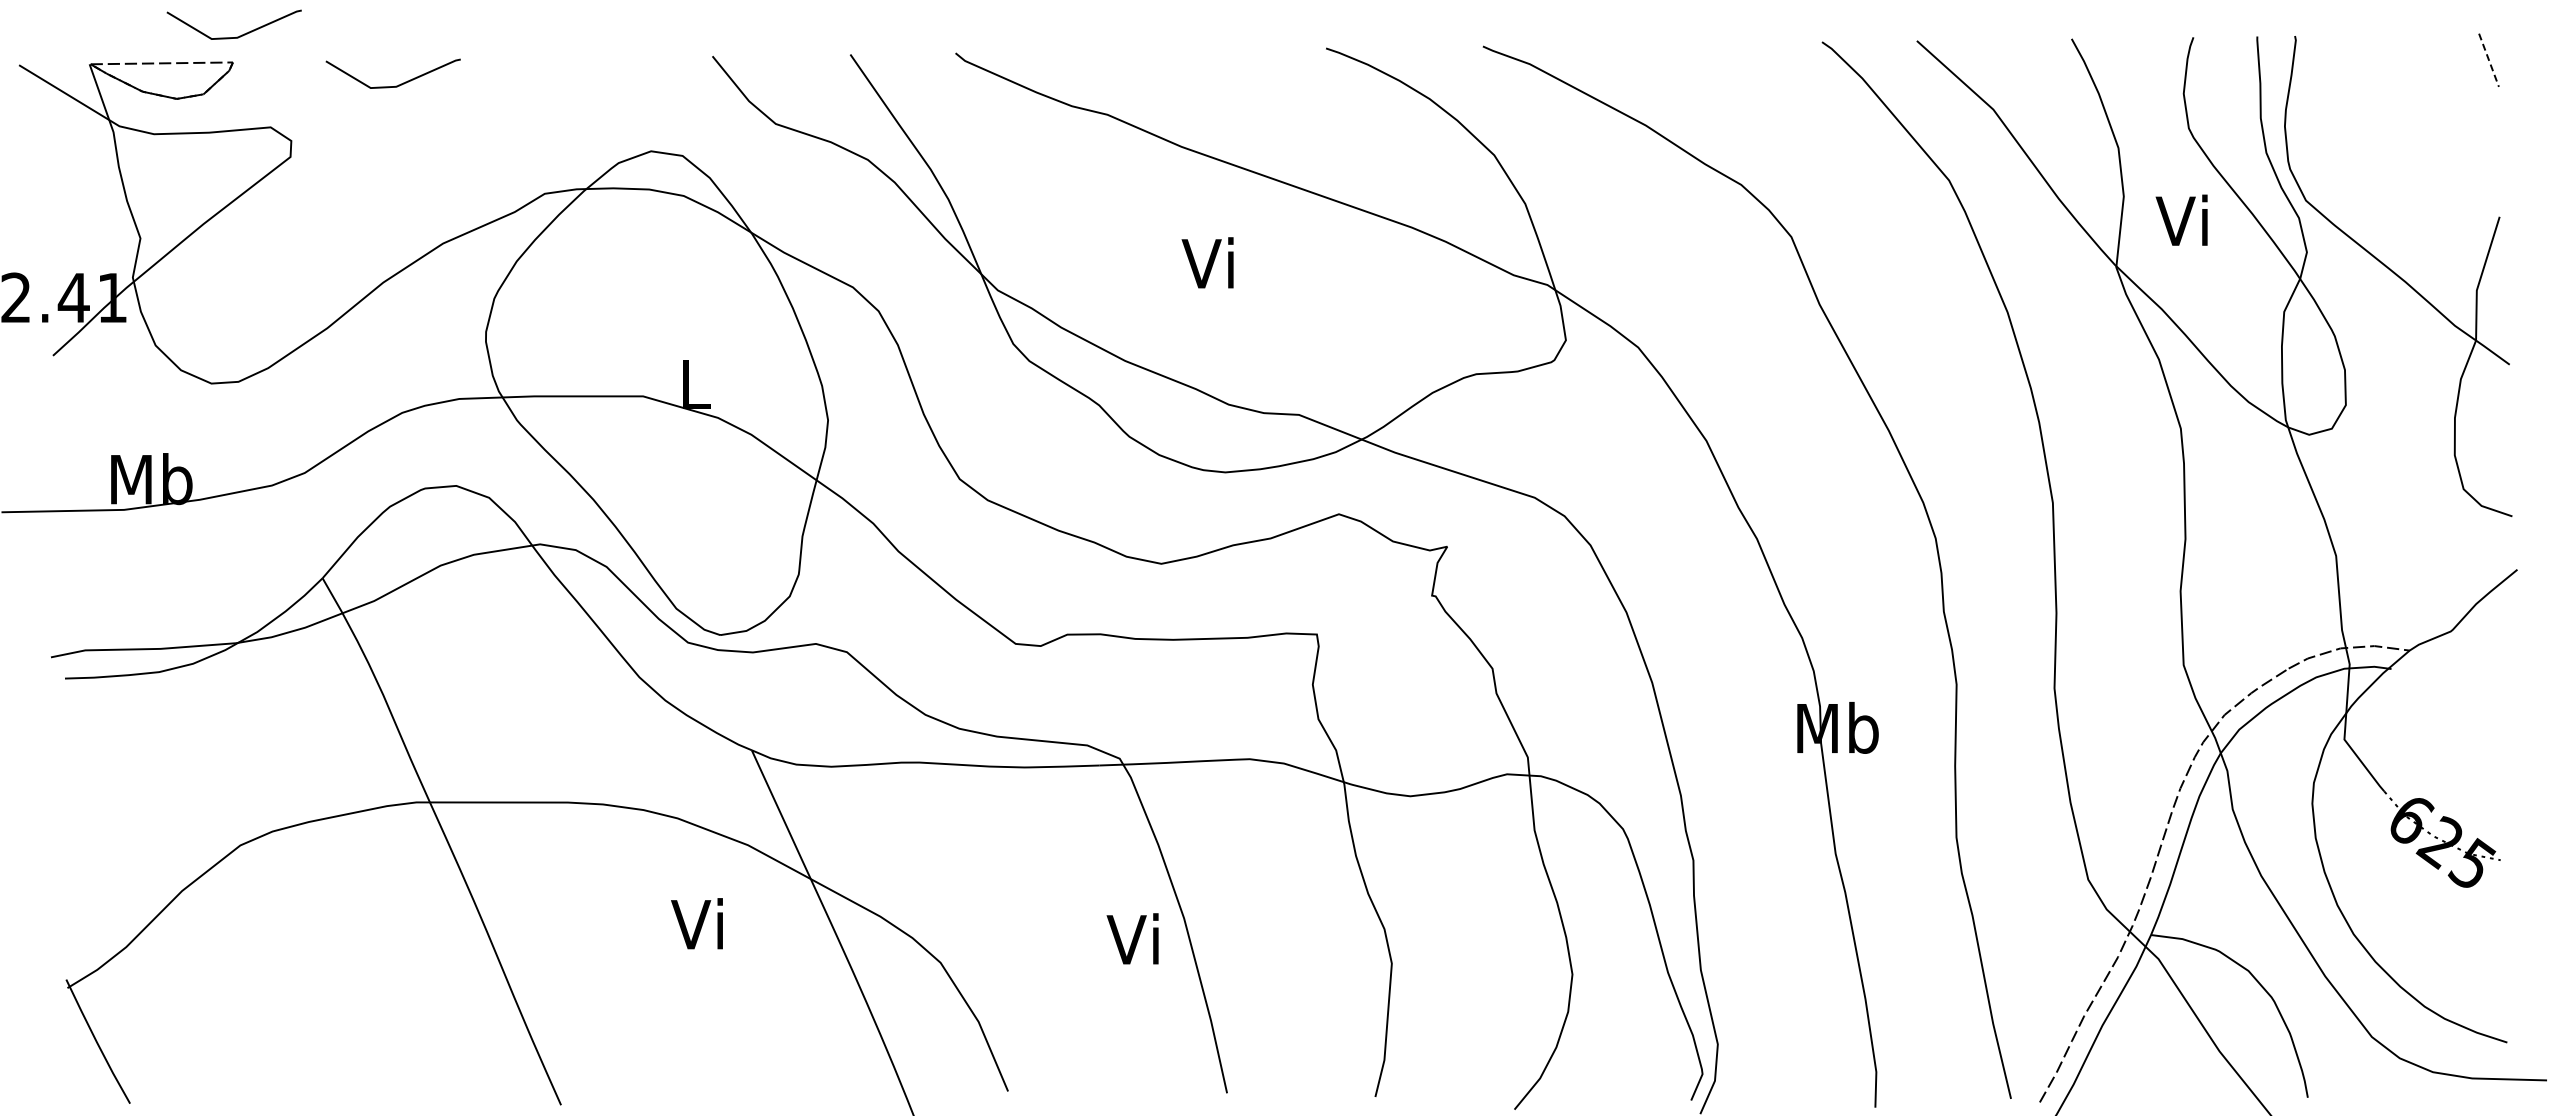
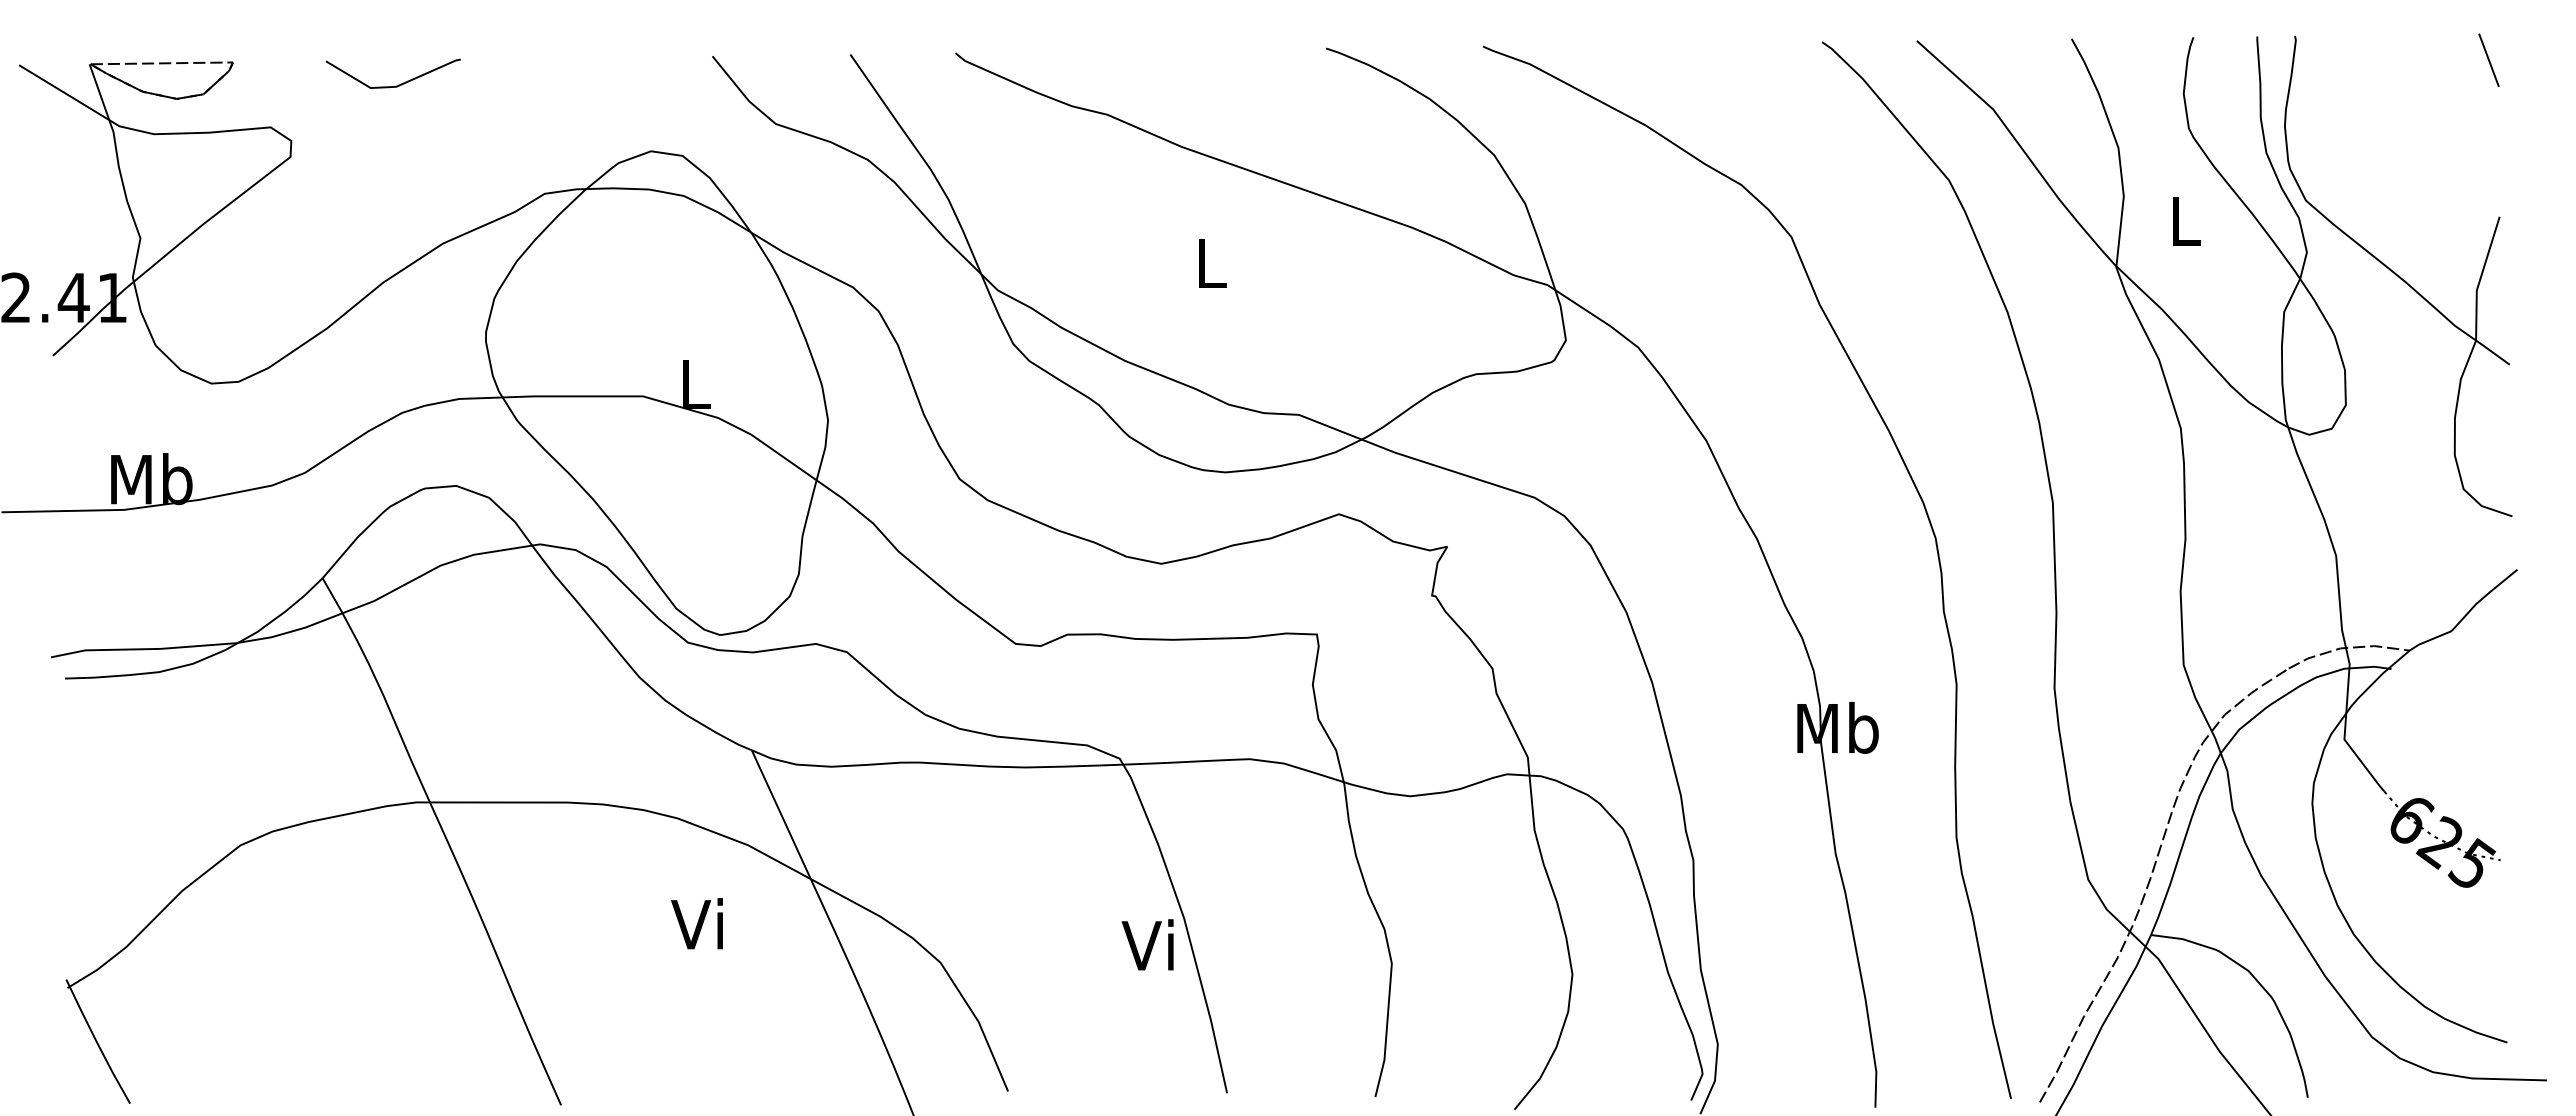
line at (239, 35): present -> none
line at (2489, 60): dashed -> solid
text at (2181, 219): Vi -> L
text at (1207, 262): Vi -> L
text at (1132, 938) position: (1132, 938) -> (1147, 944)
